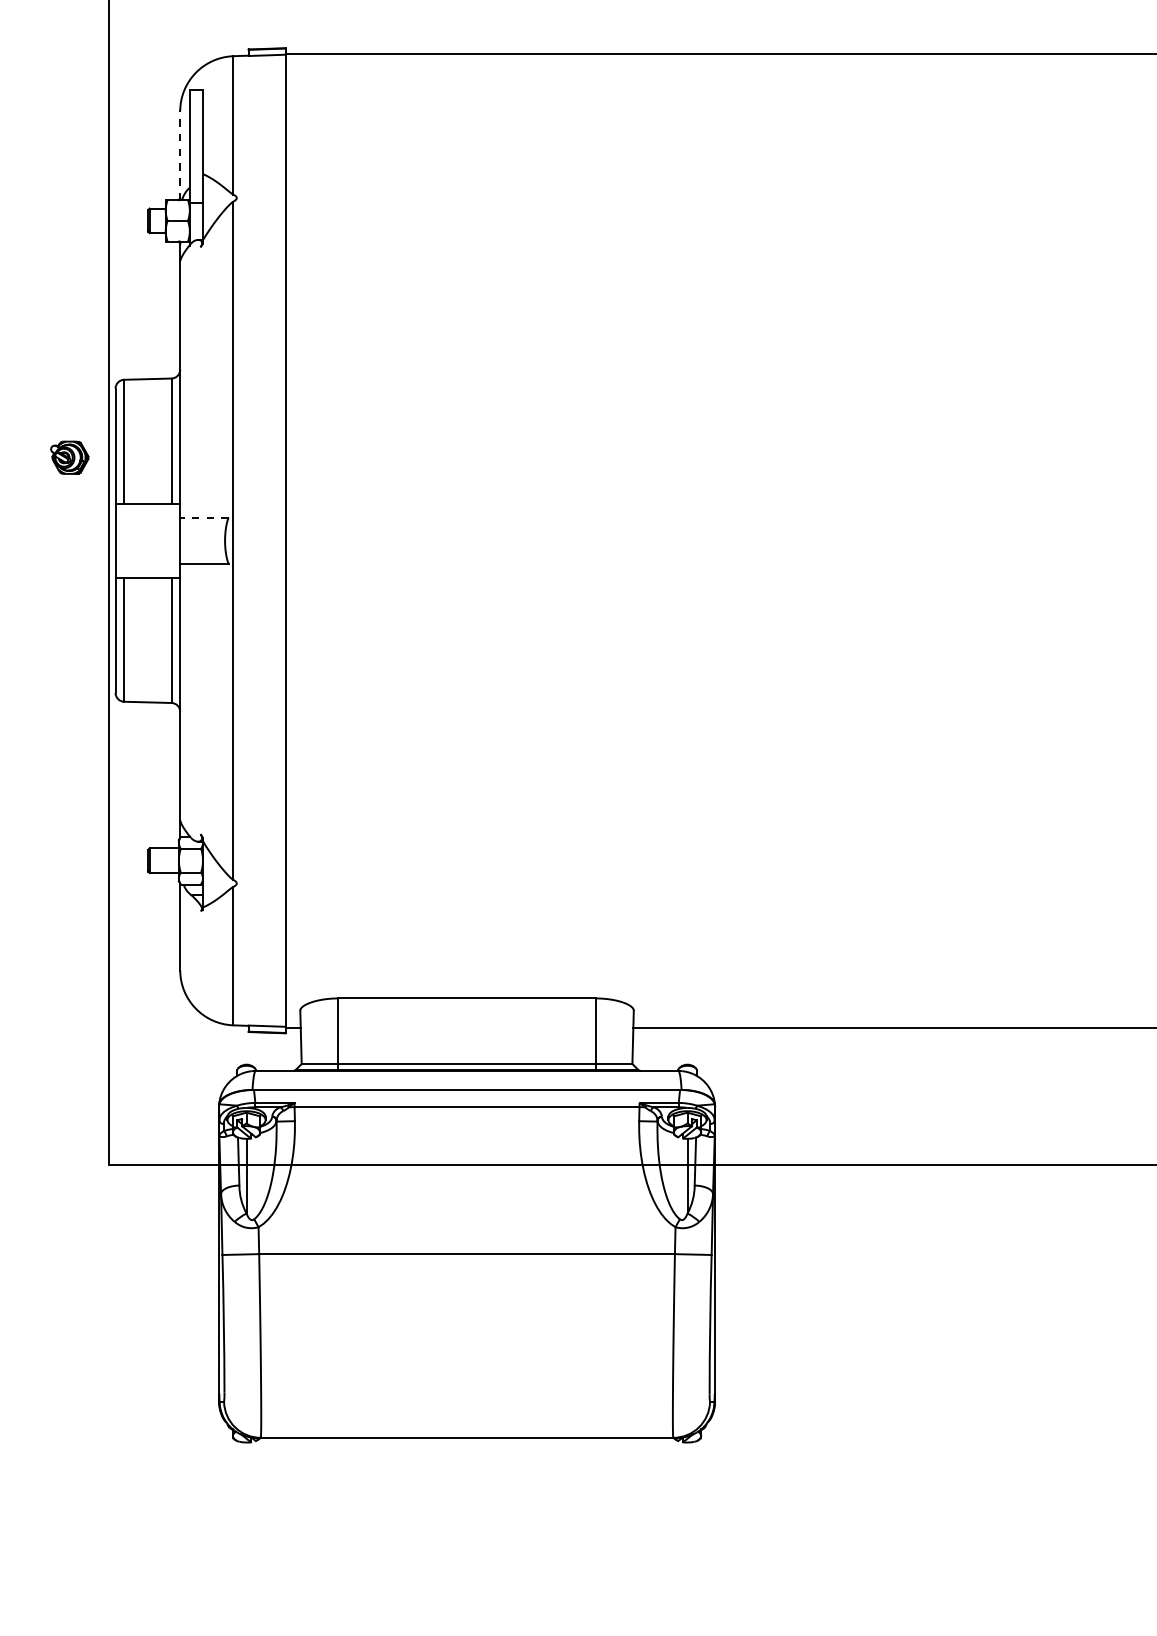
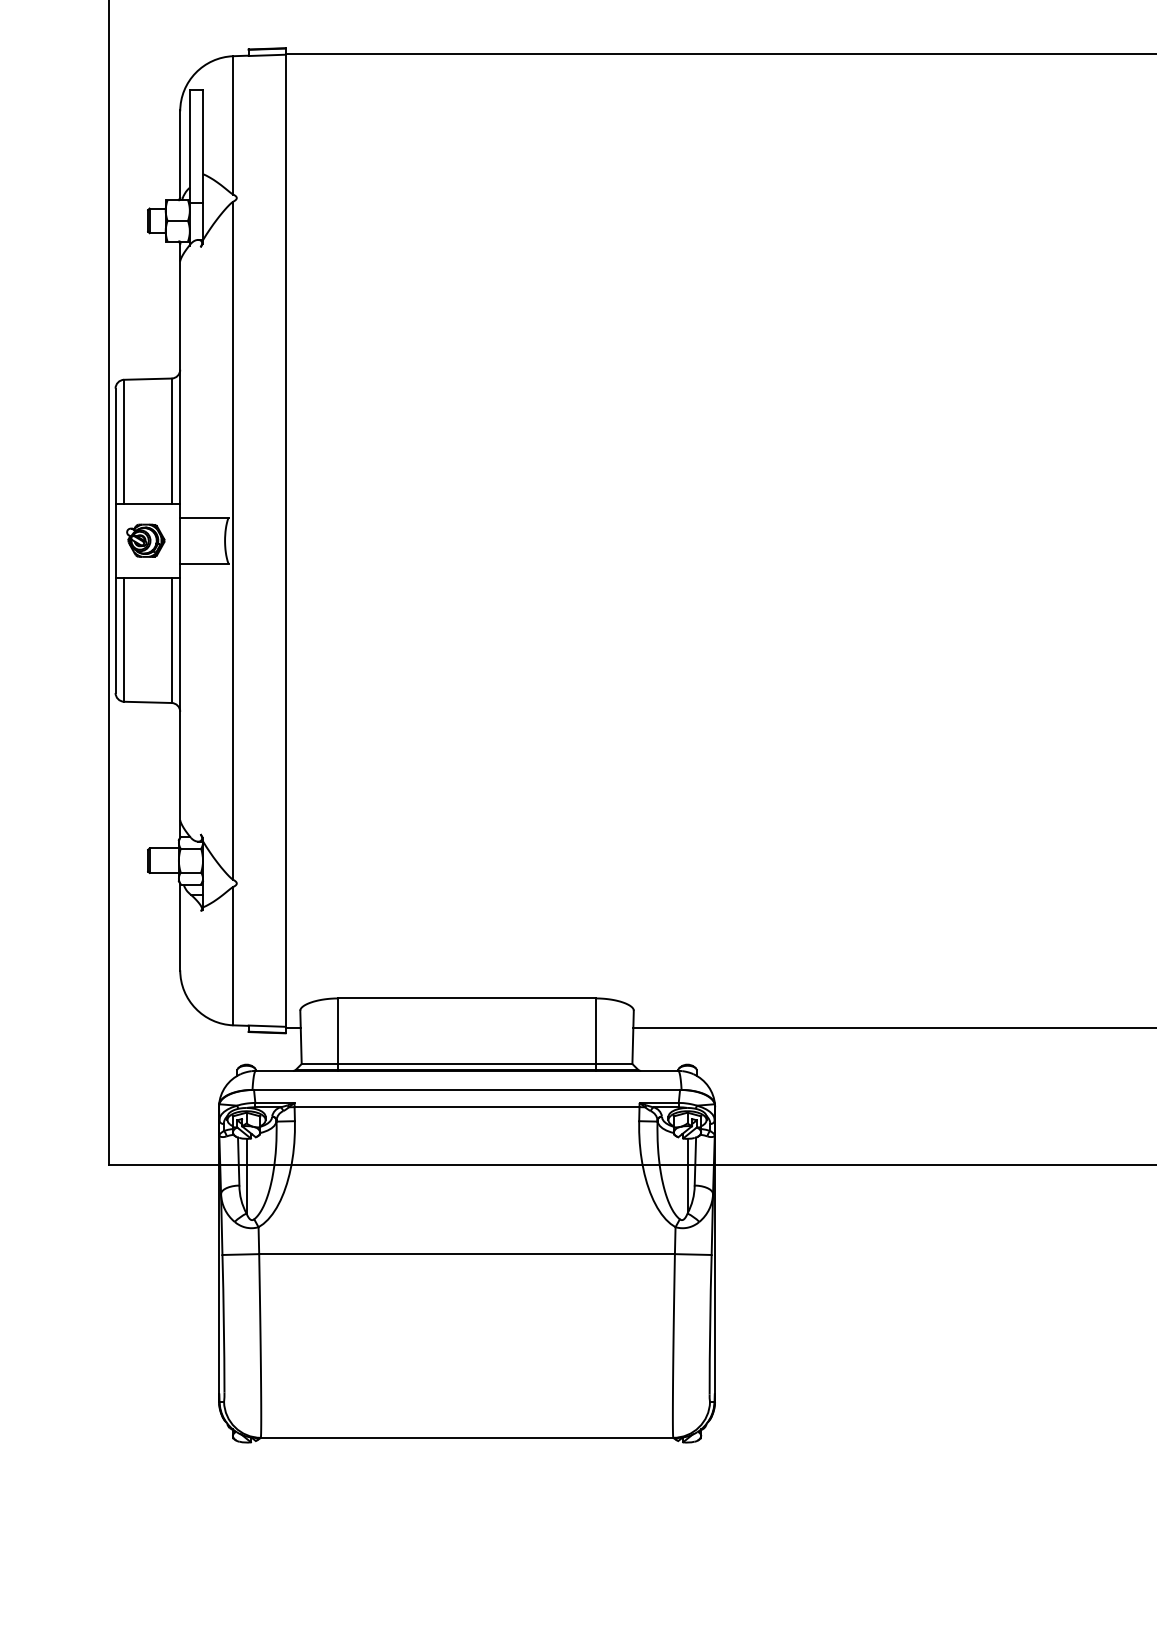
line at (180, 155): dashed -> solid
part at (69, 457) position: (69, 457) -> (145, 540)
line at (203, 517): dashed -> solid
